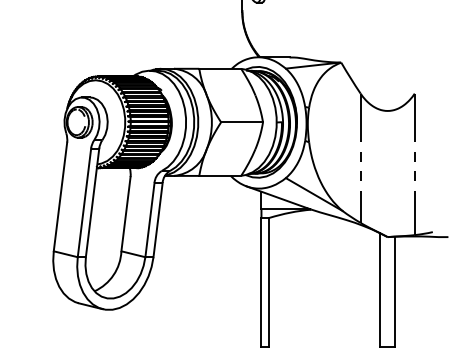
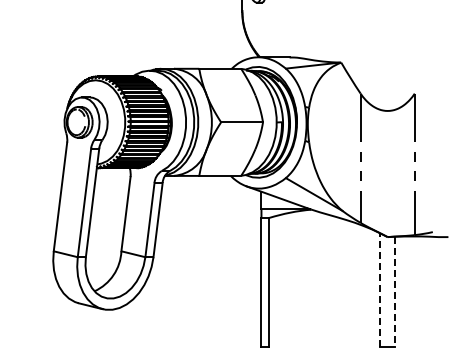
line at (380, 290): solid -> dashed
line at (395, 292): solid -> dashed
